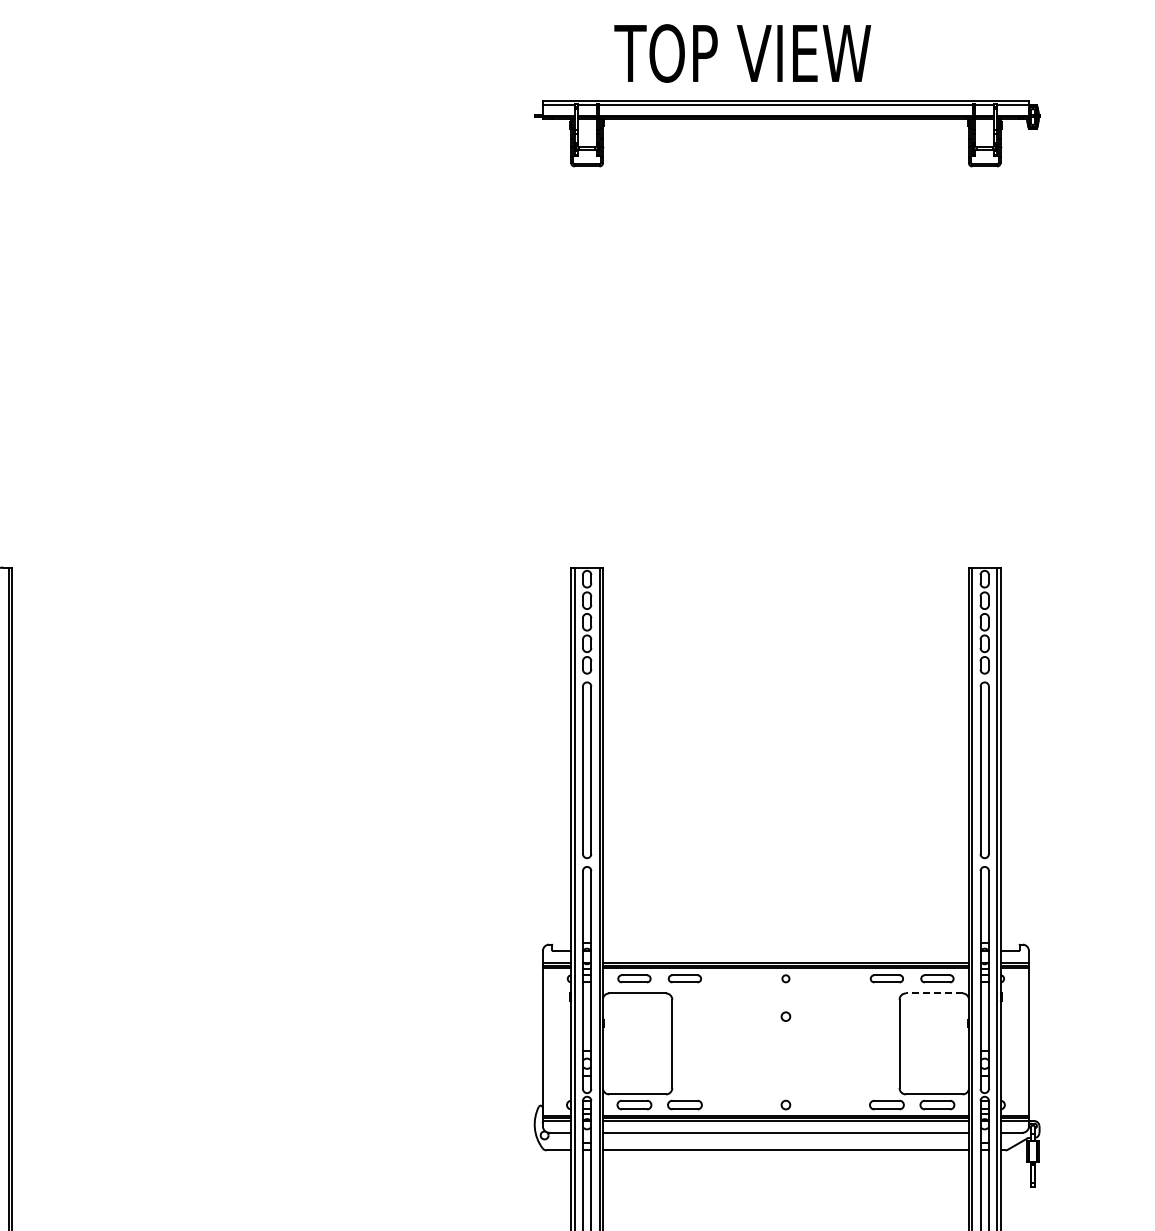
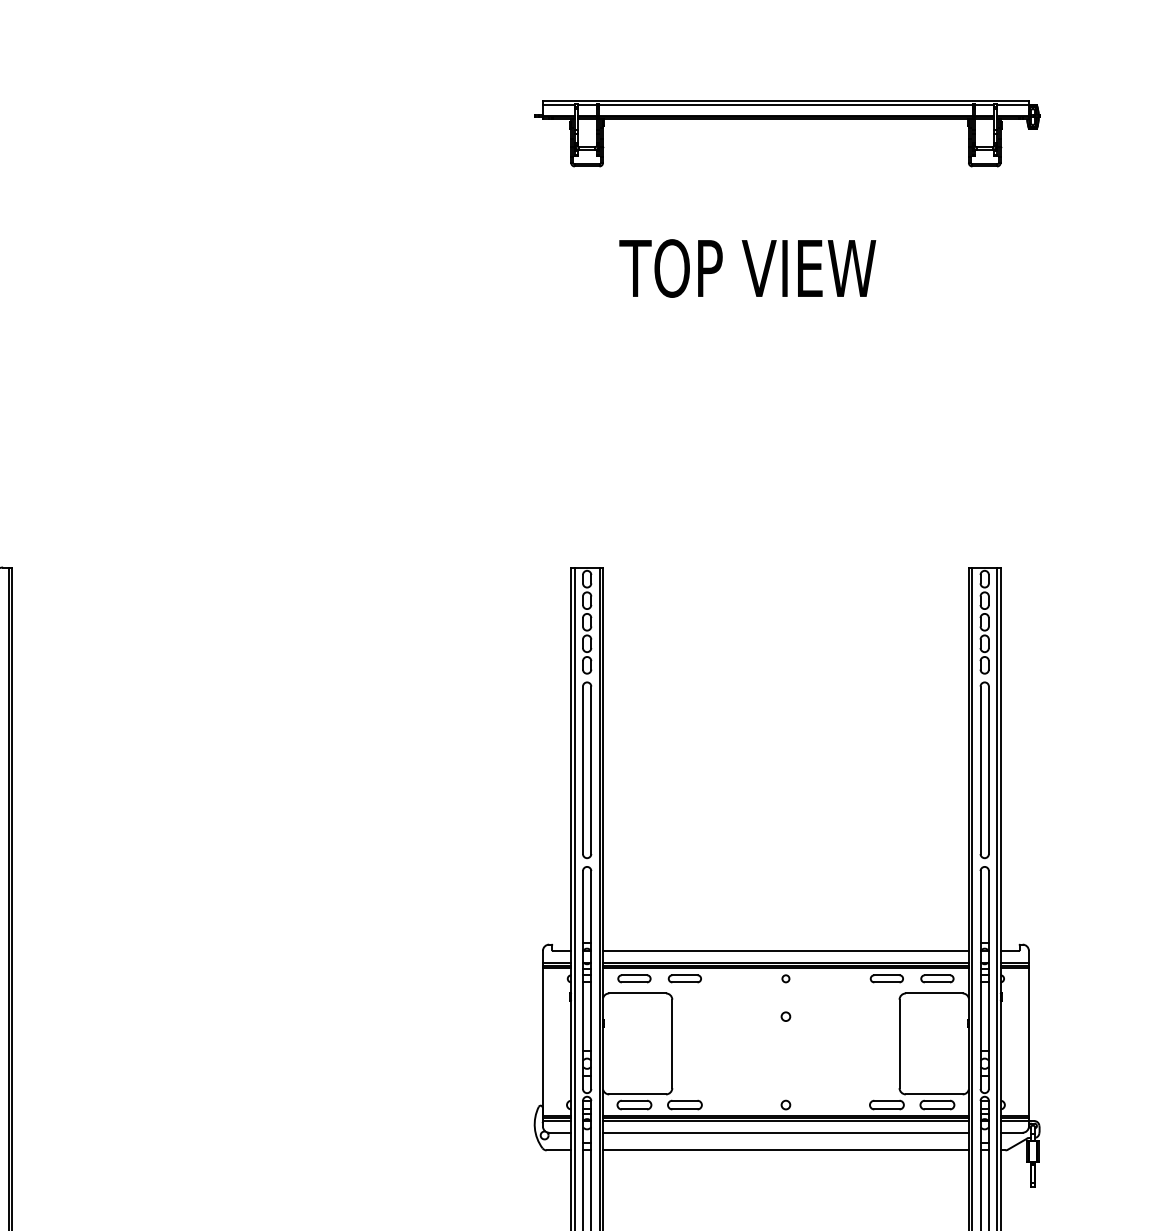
text at (742, 53) position: (742, 53) -> (747, 268)
line at (785, 951): none -> present
line at (933, 993): dashed -> solid
